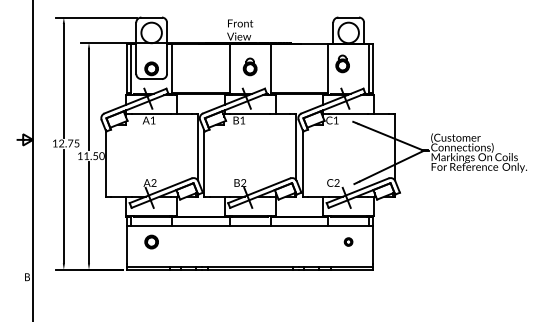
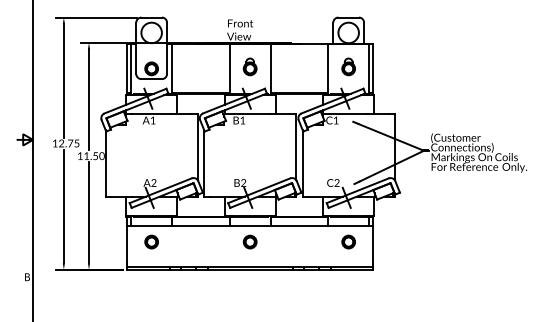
part at (342, 63) position: (342, 63) -> (348, 66)
part at (249, 241): none -> present
part at (348, 241) size: 11x10 px -> 15x16 px
